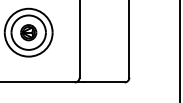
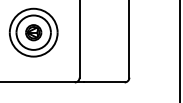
part at (28, 32) position: (28, 32) -> (33, 32)
